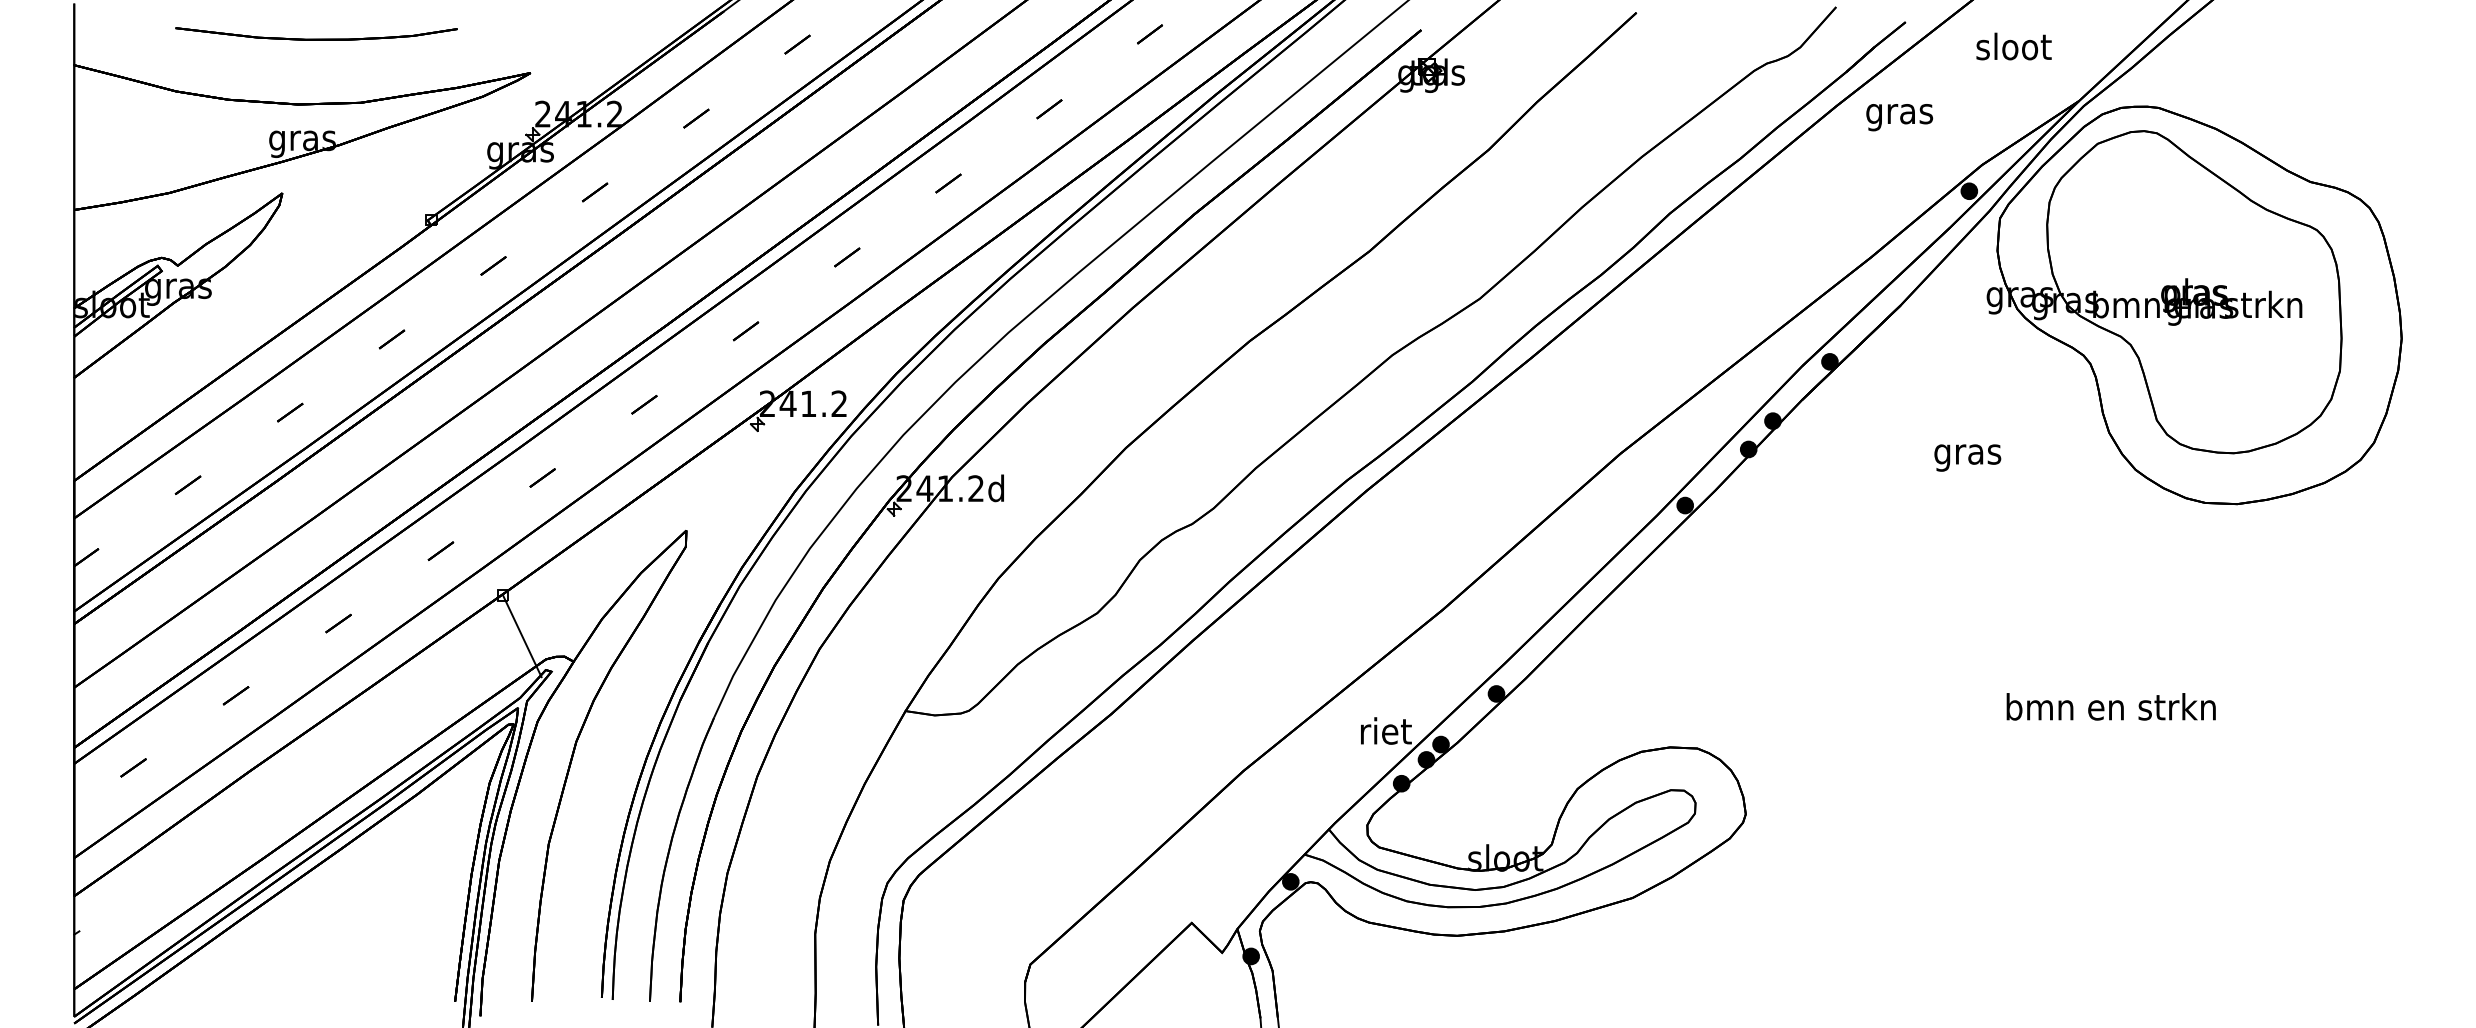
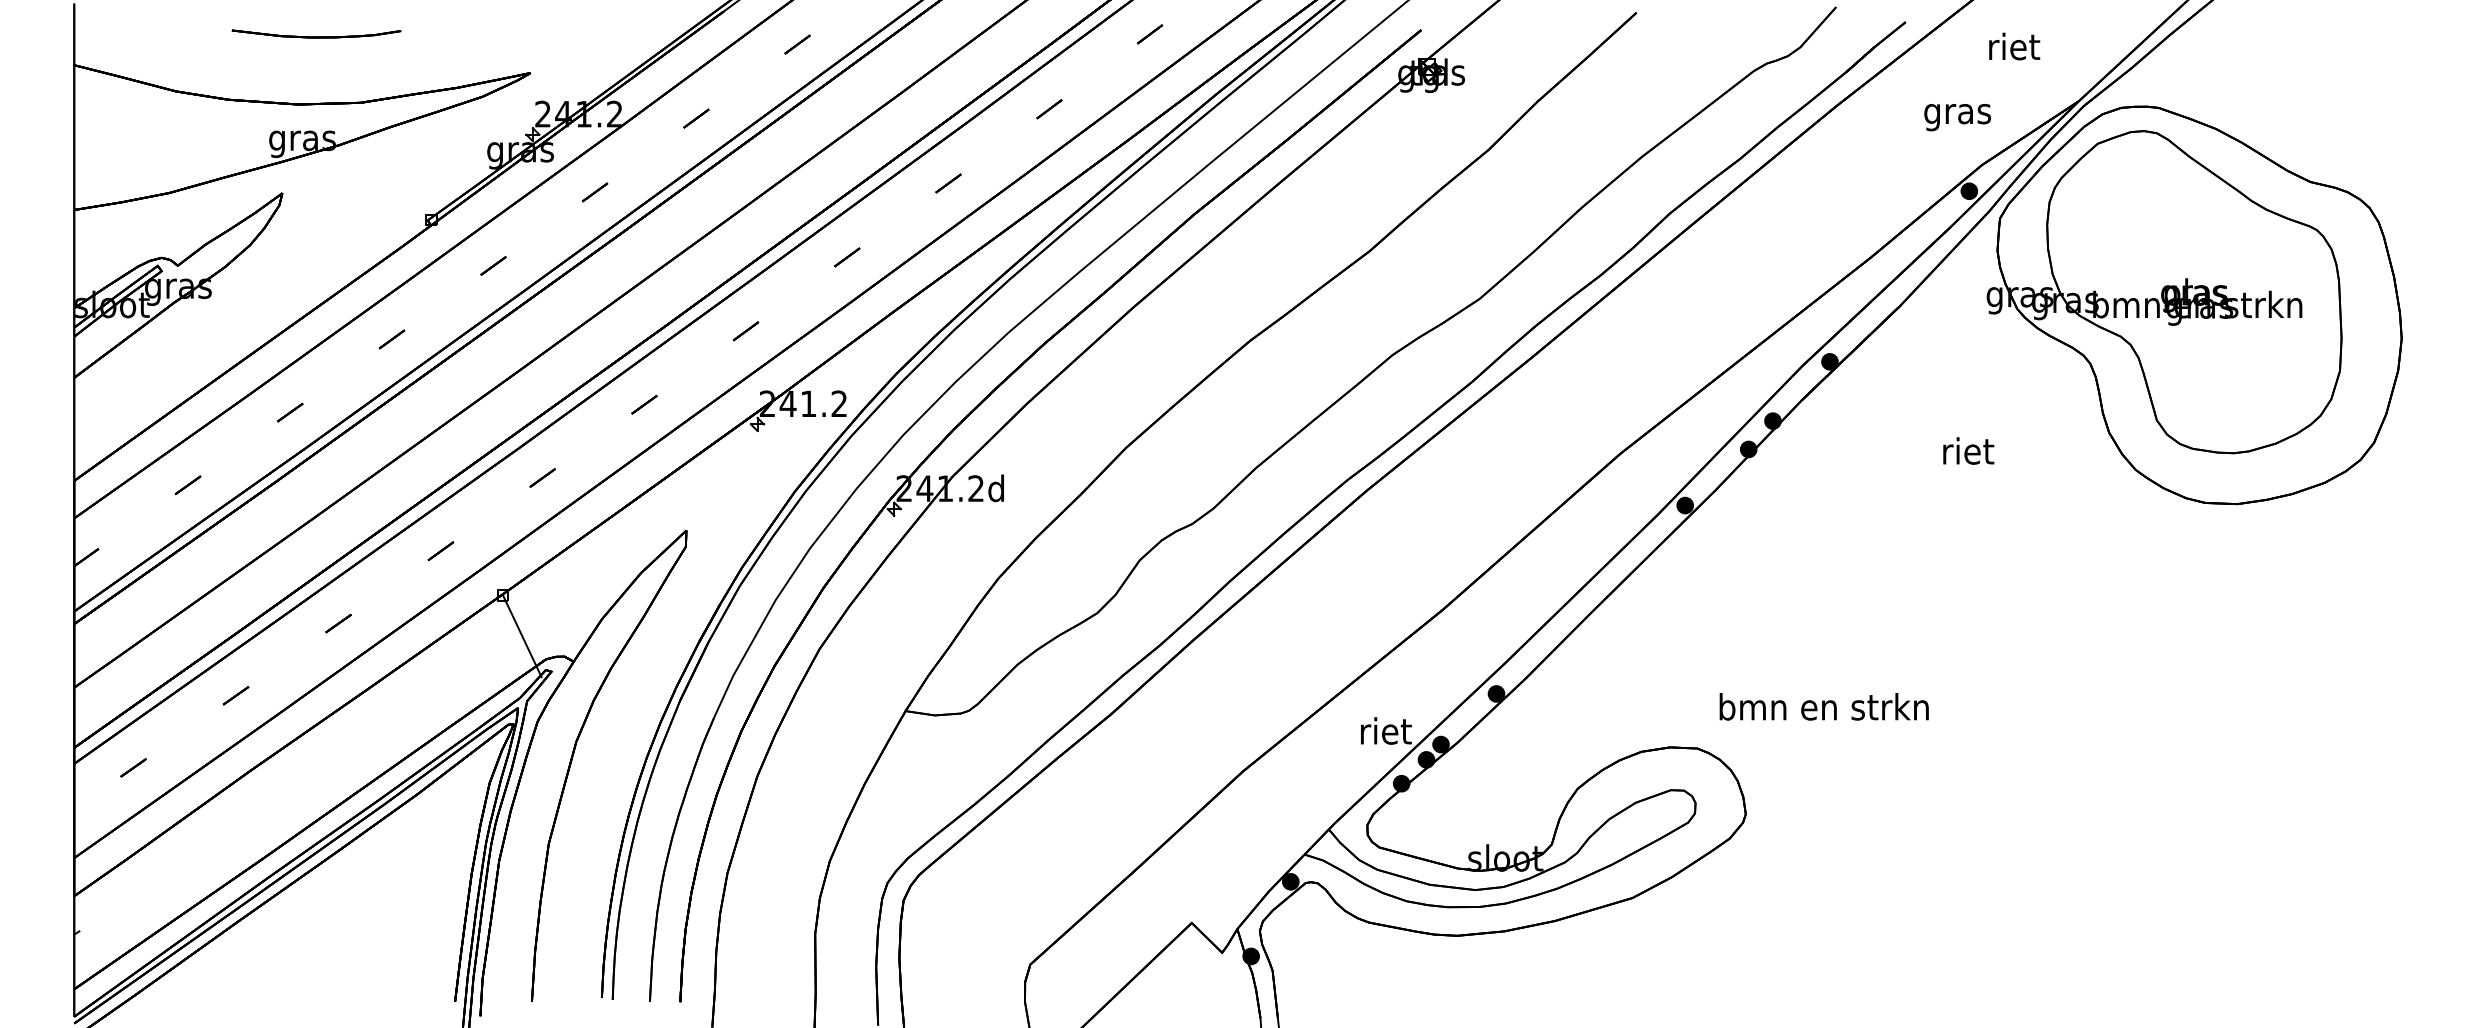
part at (316, 33) size: 283x14 px -> 171x10 px
text at (2013, 46): sloot -> riet
text at (1899, 117) position: (1899, 117) -> (1957, 117)
text at (1967, 454): gras -> riet
text at (2110, 706) position: (2110, 706) -> (1823, 706)
